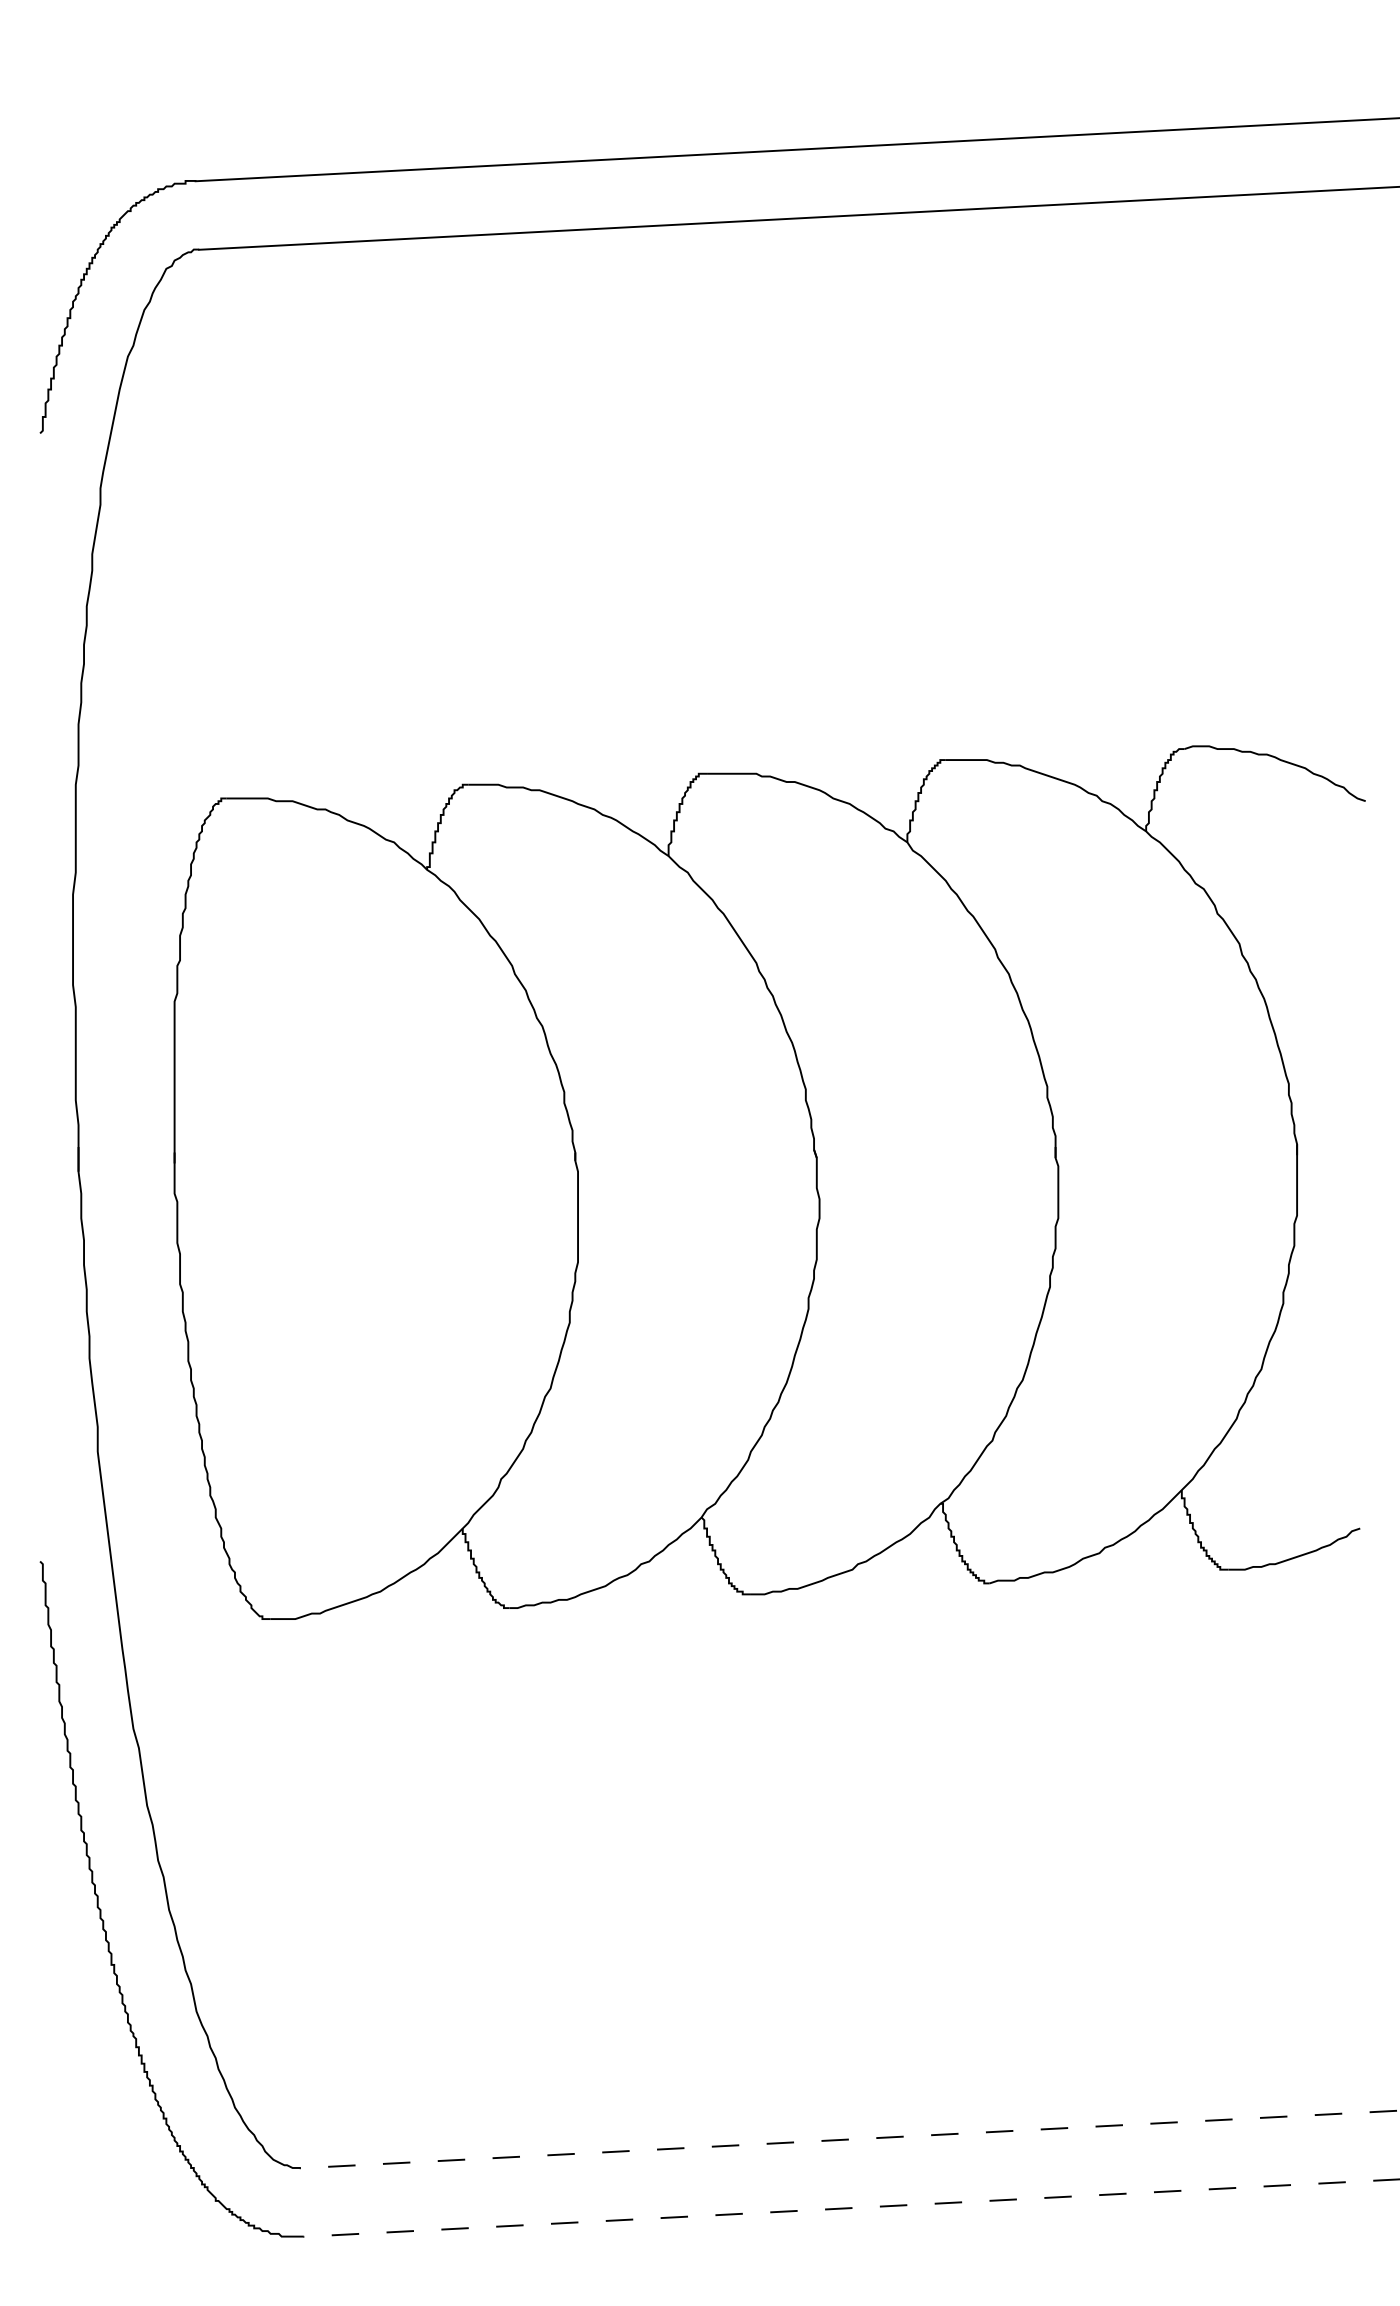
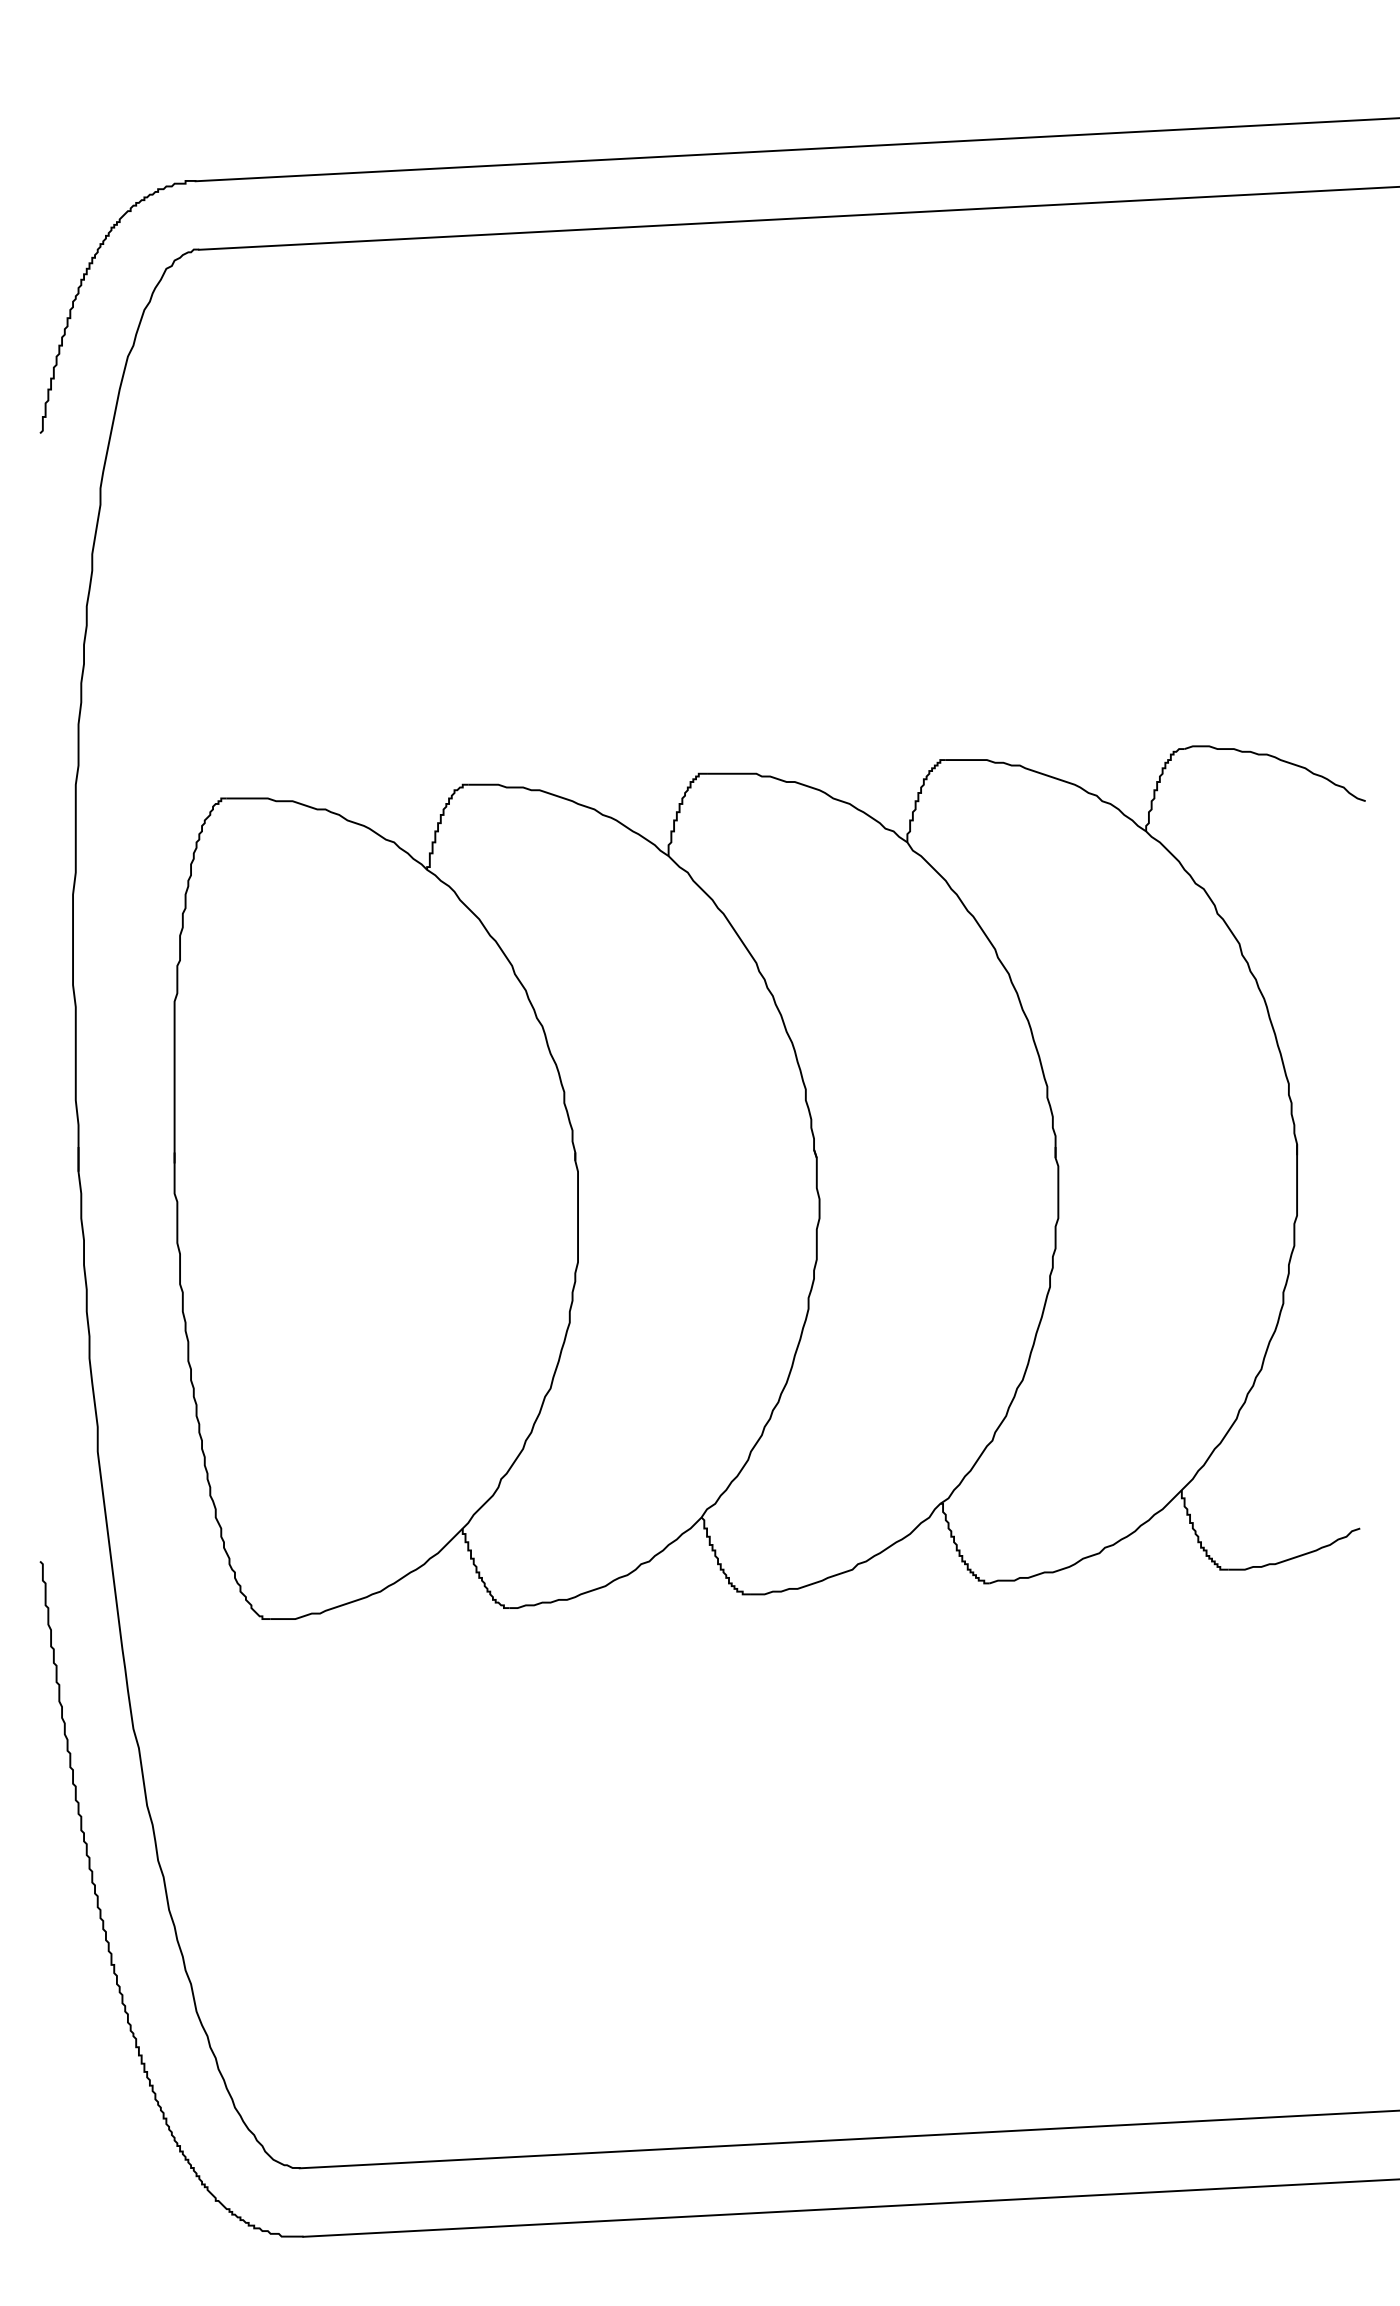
line at (848, 2139): dashed -> solid
line at (851, 2208): dashed -> solid
